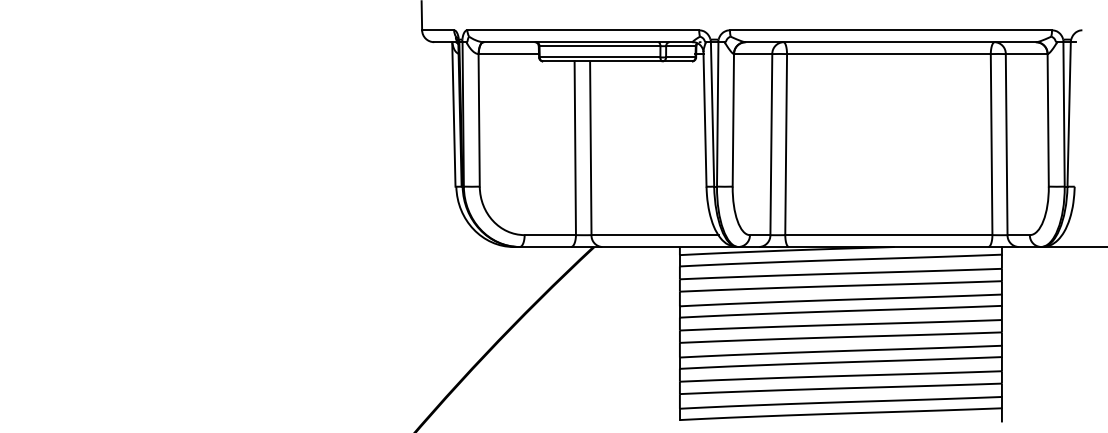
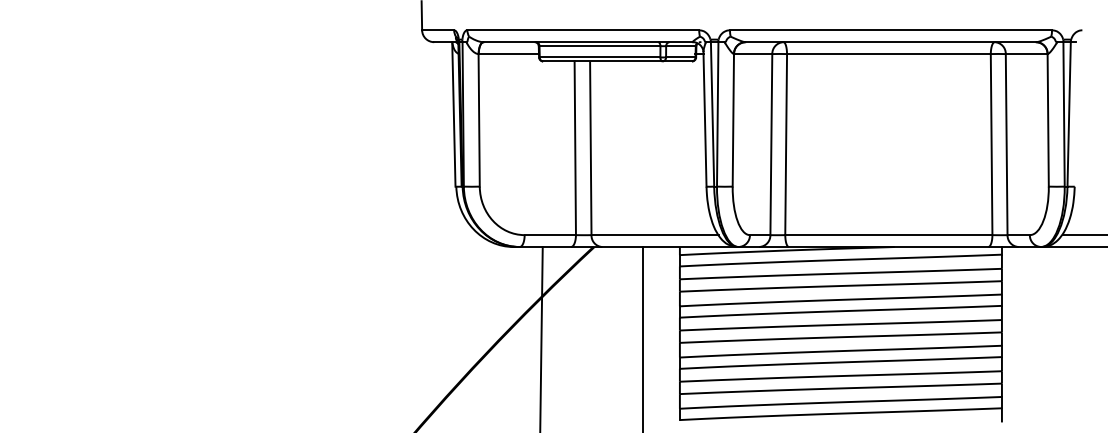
line at (1083, 235): none -> present
line at (541, 338): none -> present
line at (643, 338): none -> present
